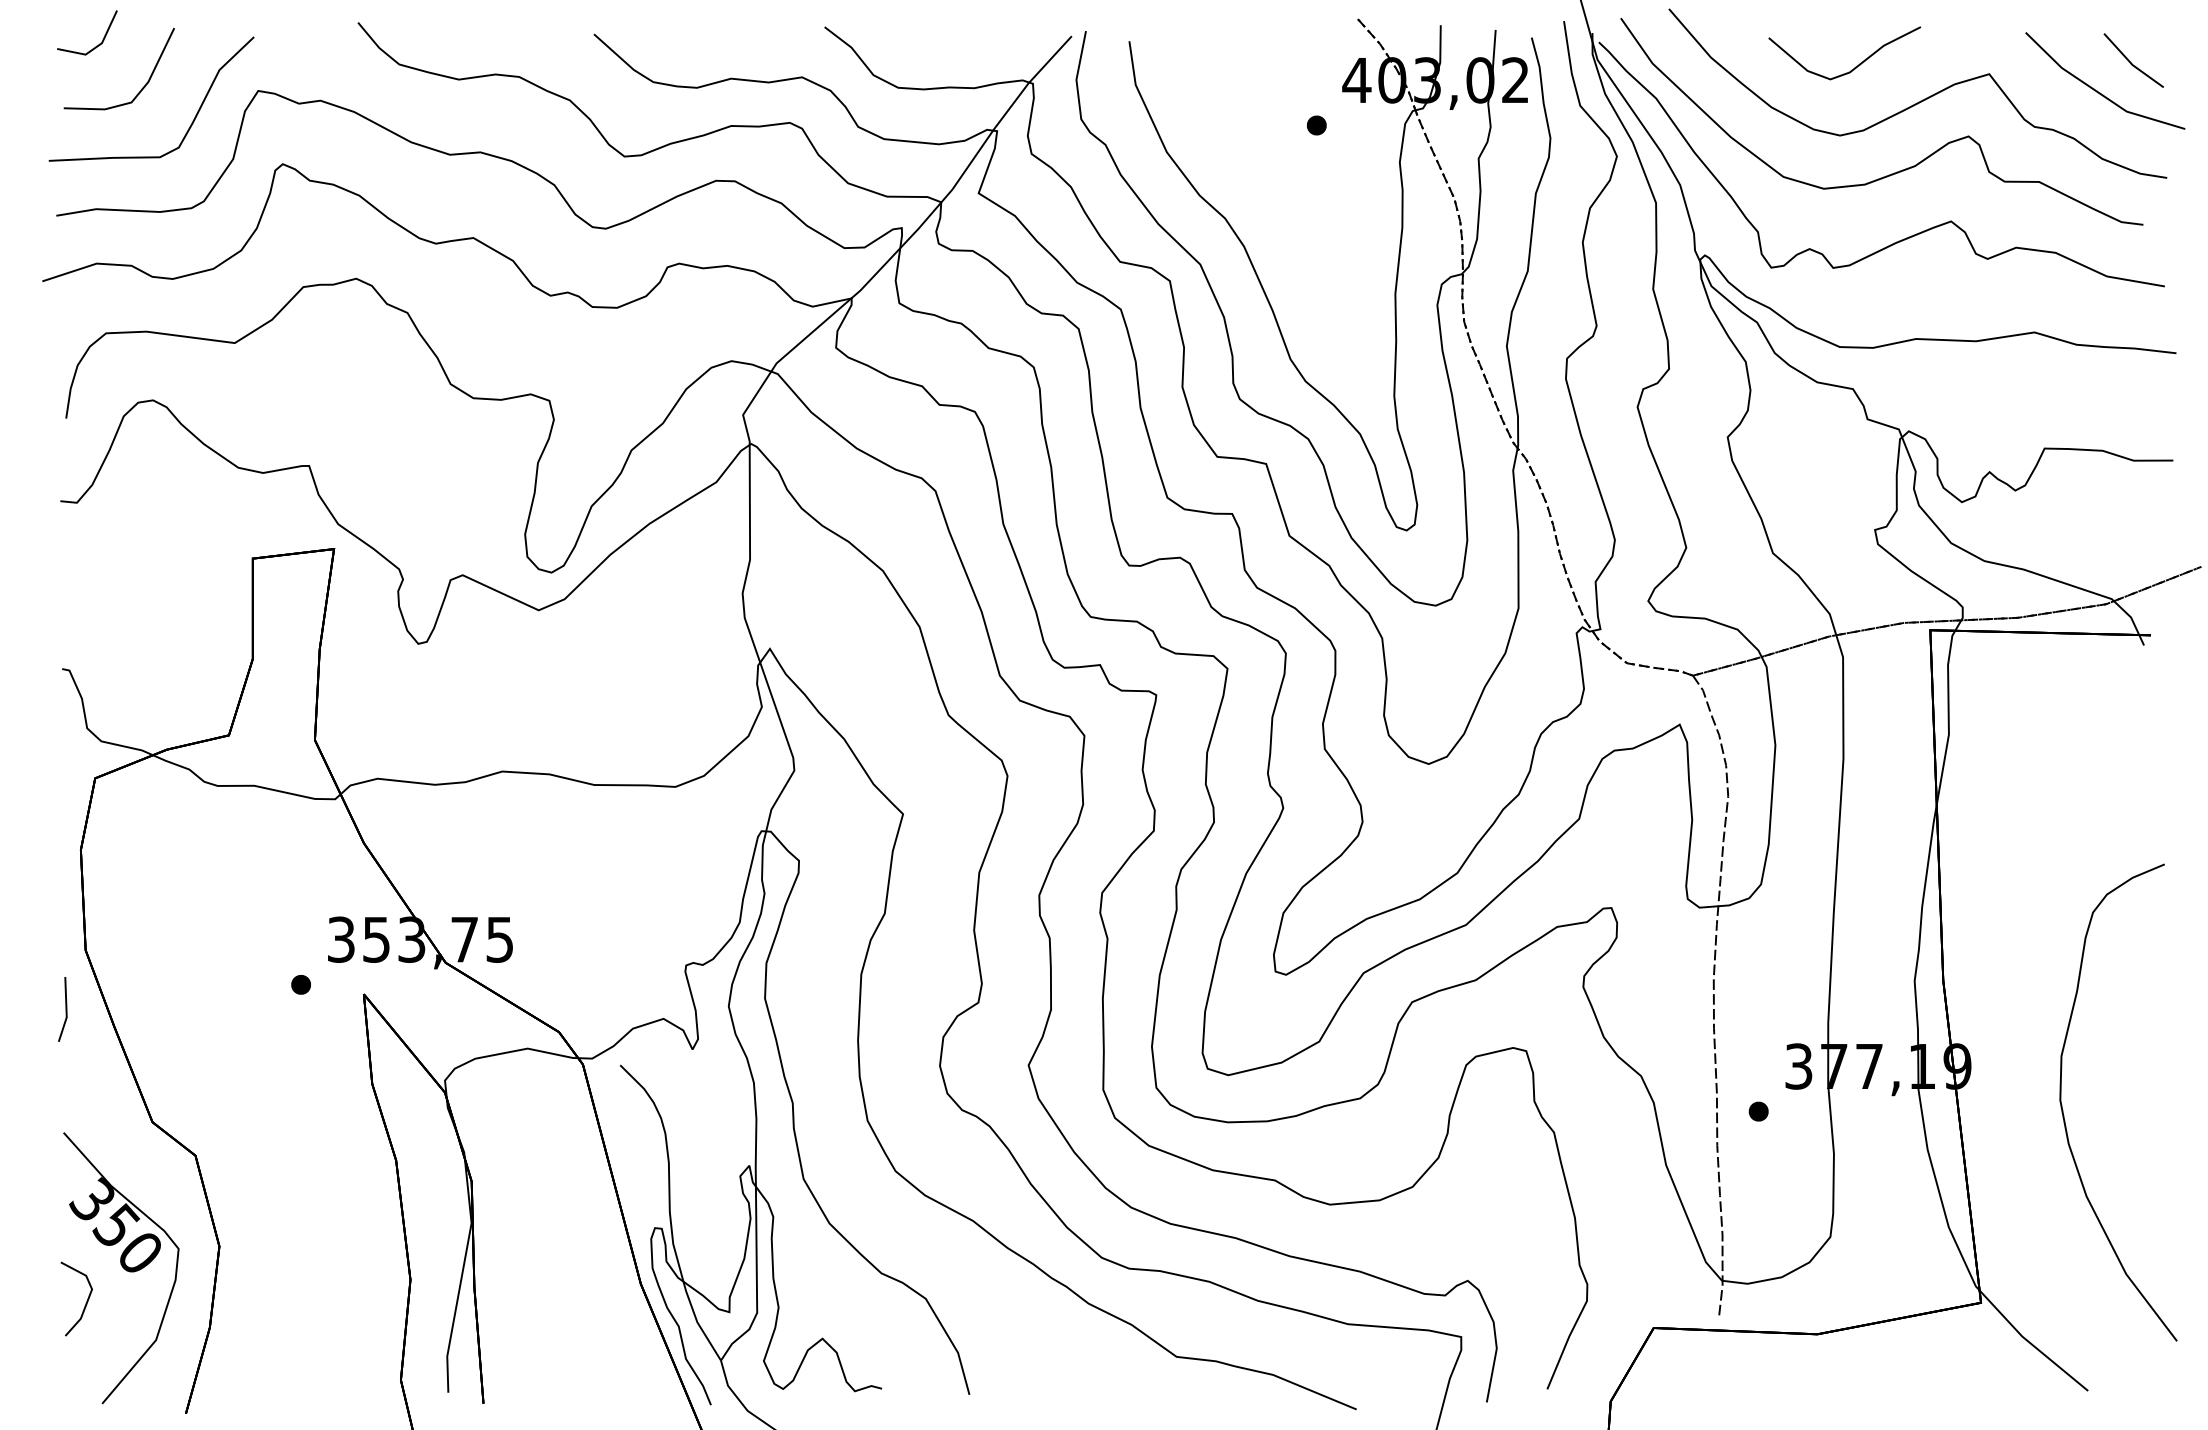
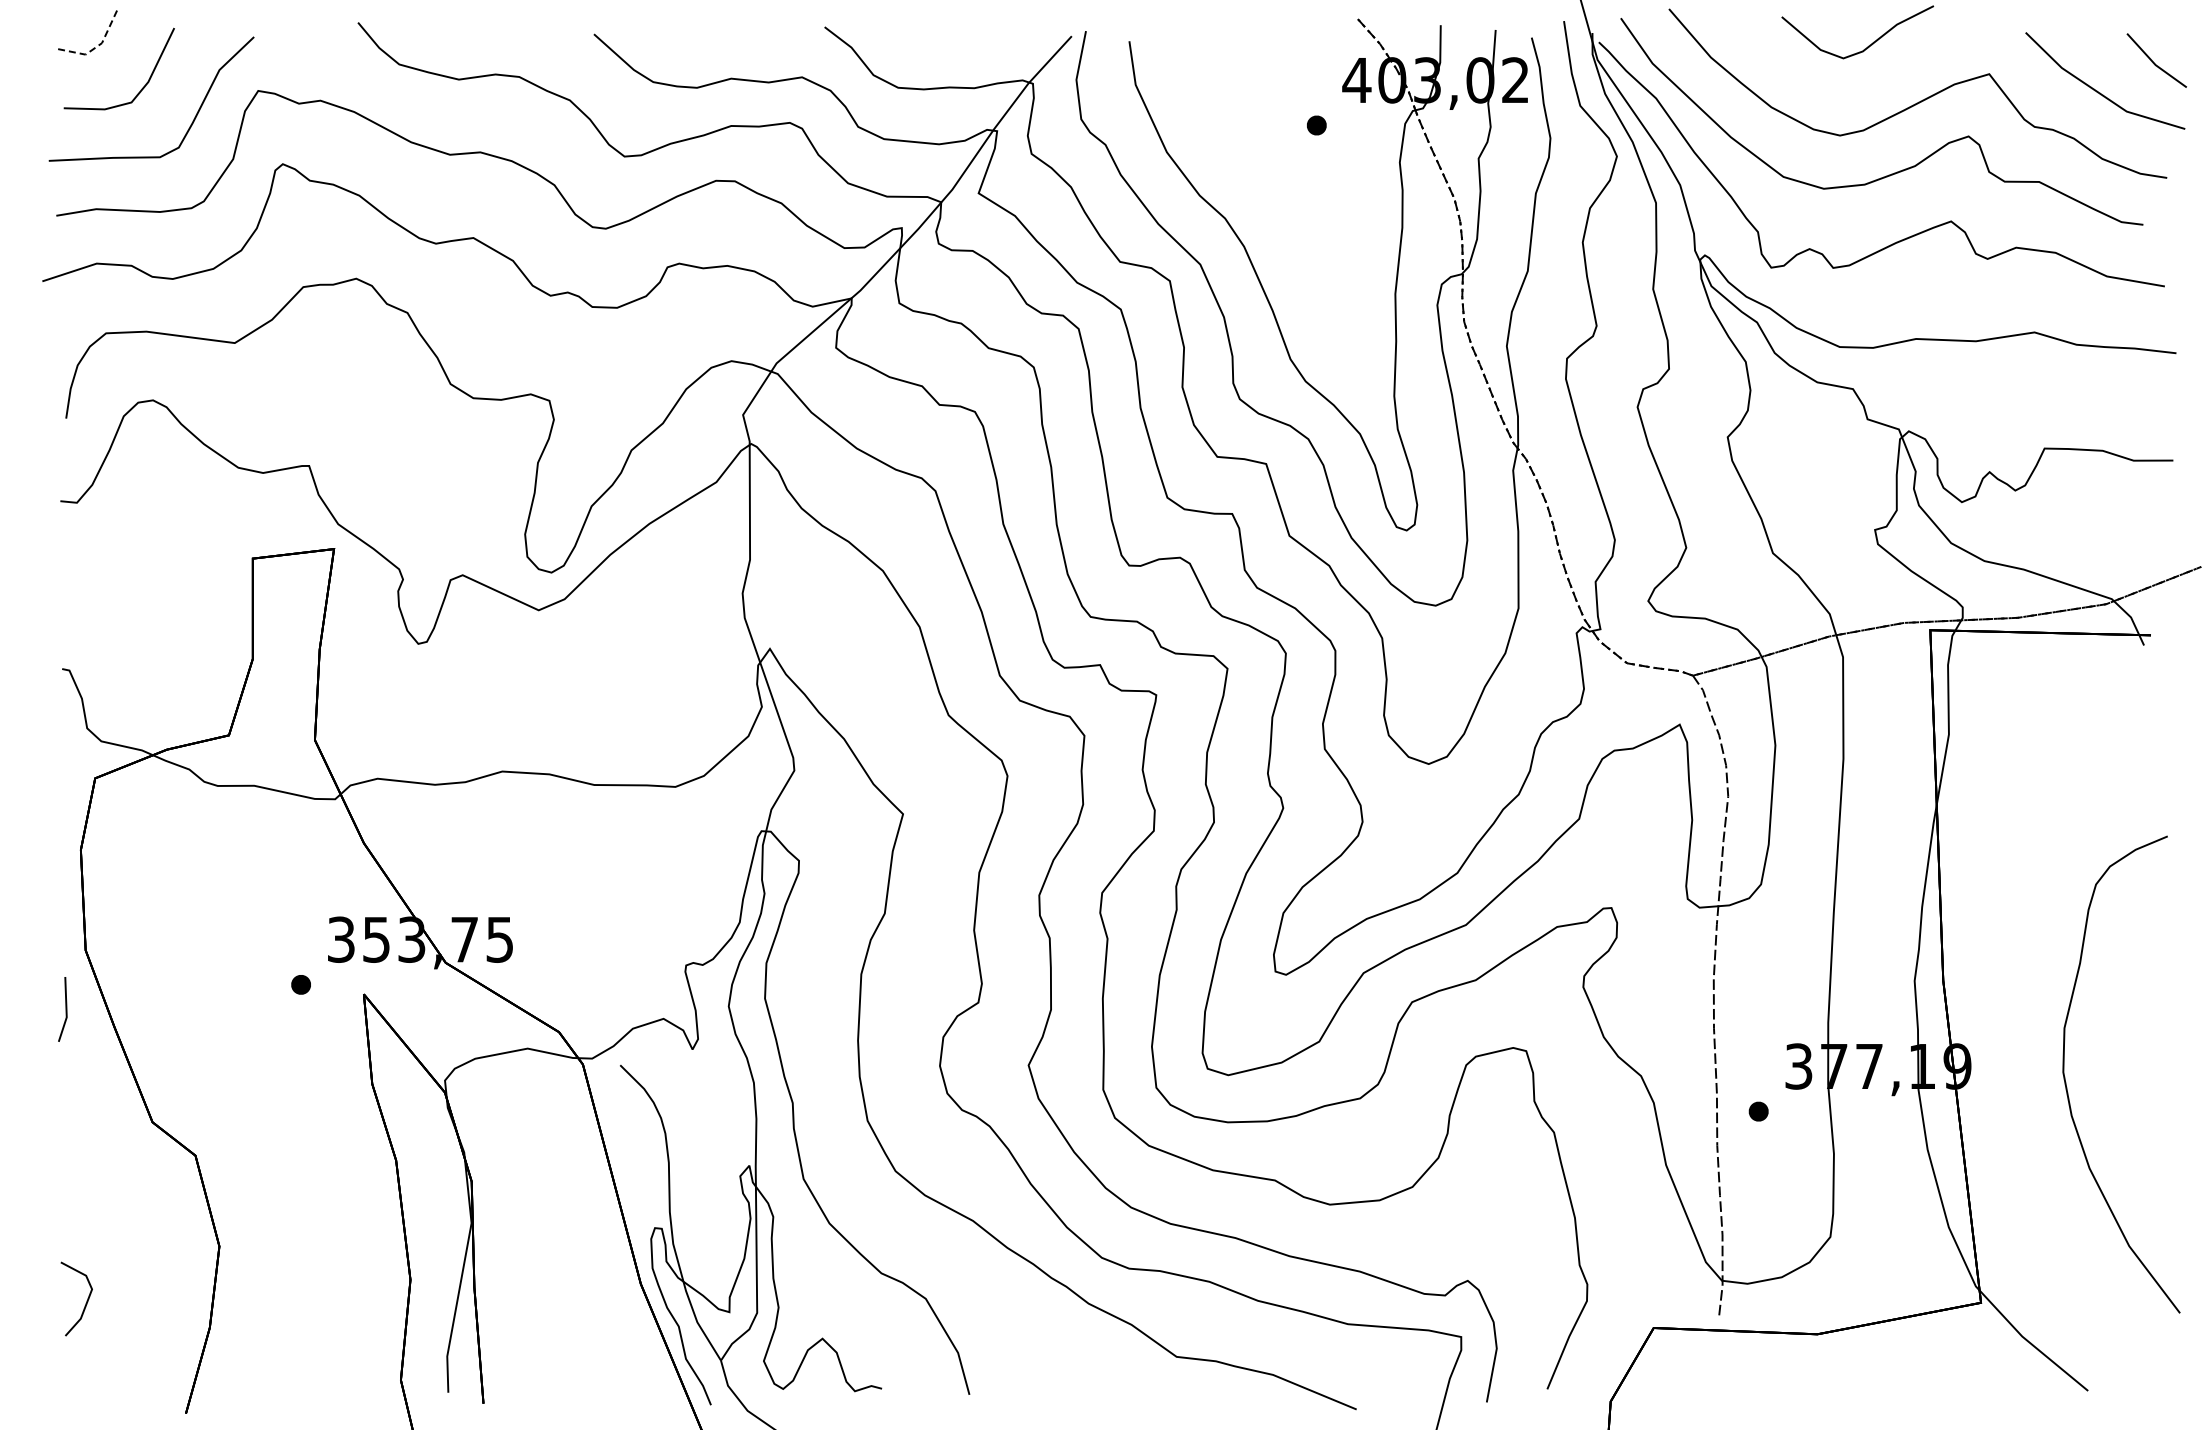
line at (95, 47): solid -> dashed
line at (2131, 62) position: (2131, 62) -> (2154, 62)
curve at (1855, 66) position: (1855, 66) -> (1868, 45)
curve at (2064, 1115) position: (2064, 1115) -> (2067, 1087)
part at (121, 1268): present -> none
